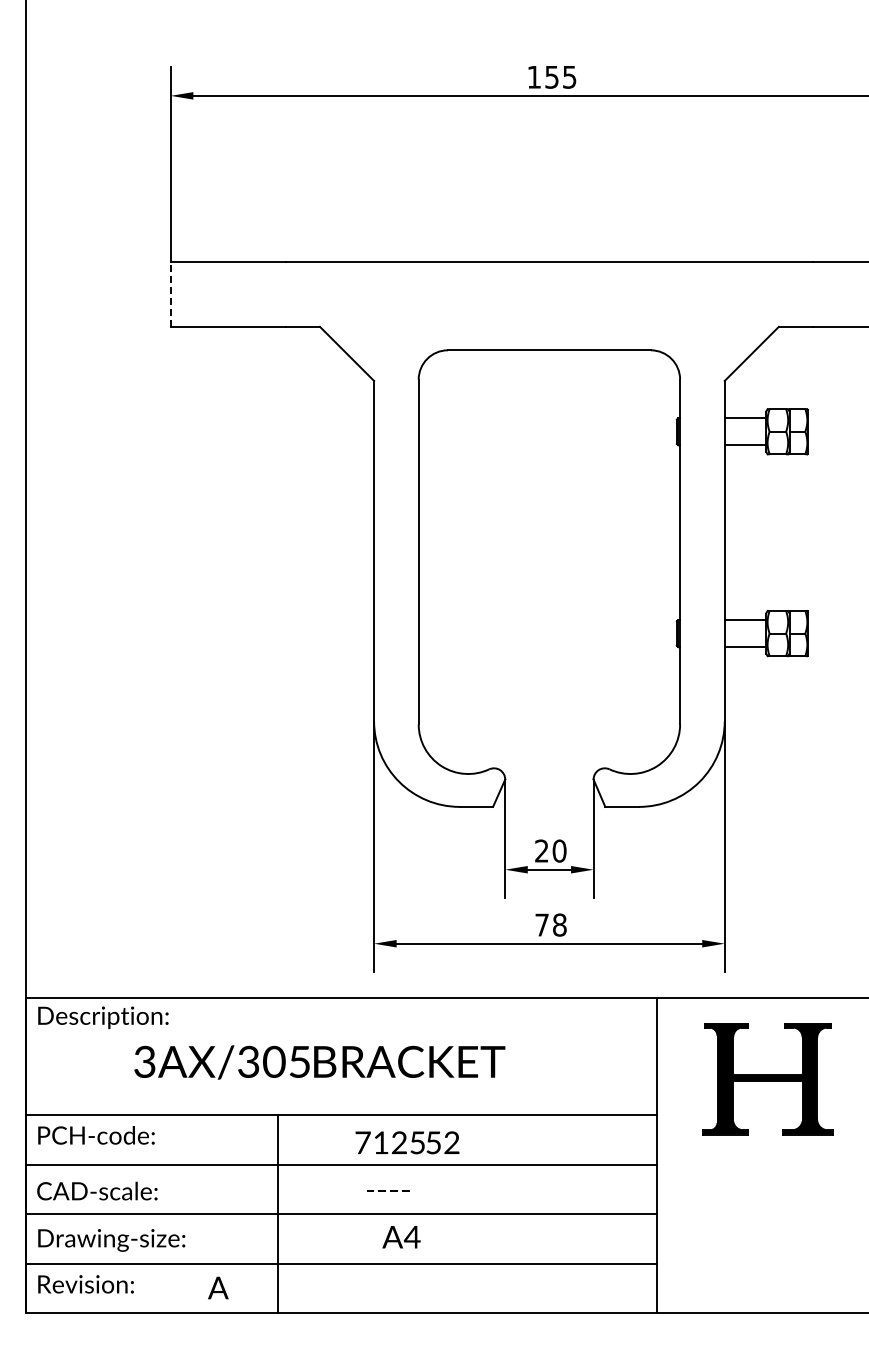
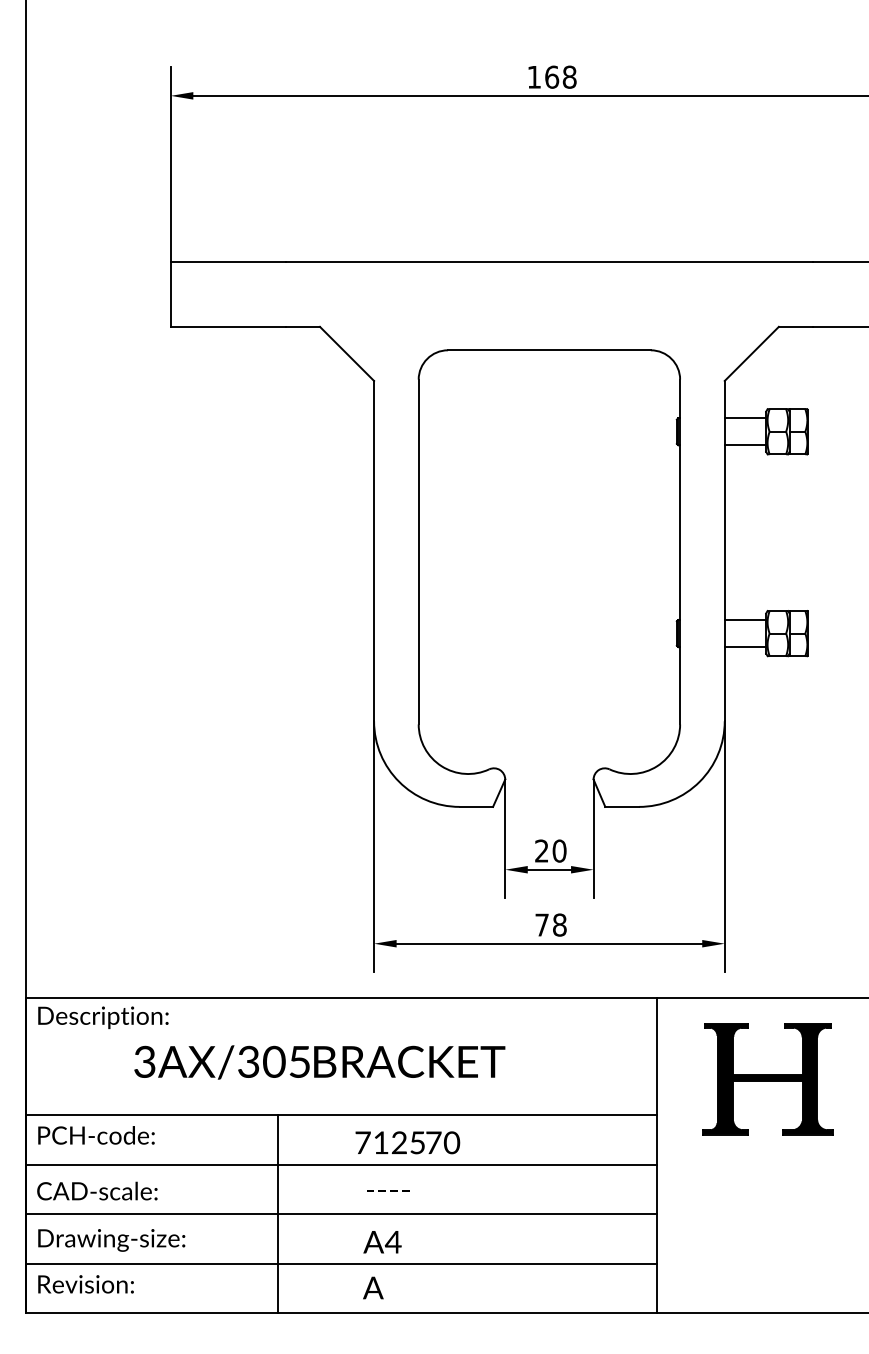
text at (560, 76): 155 -> 168
line at (170, 294): dashed -> solid
text at (443, 1142): 52 -> 70
text at (401, 1237) position: (401, 1237) -> (382, 1242)
text at (218, 1287) position: (218, 1287) -> (373, 1287)
